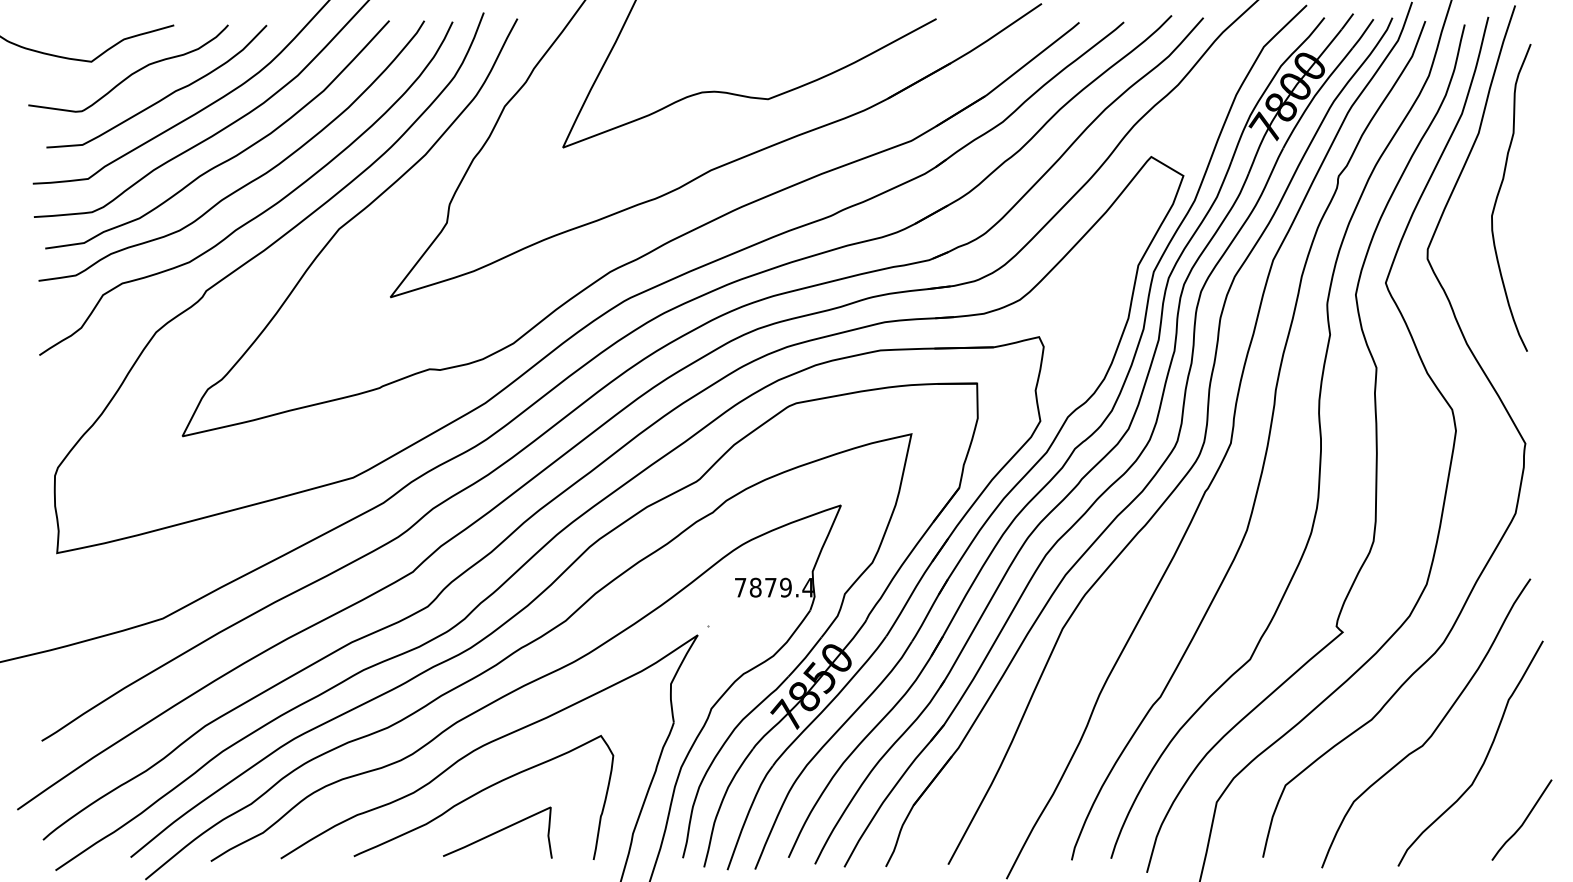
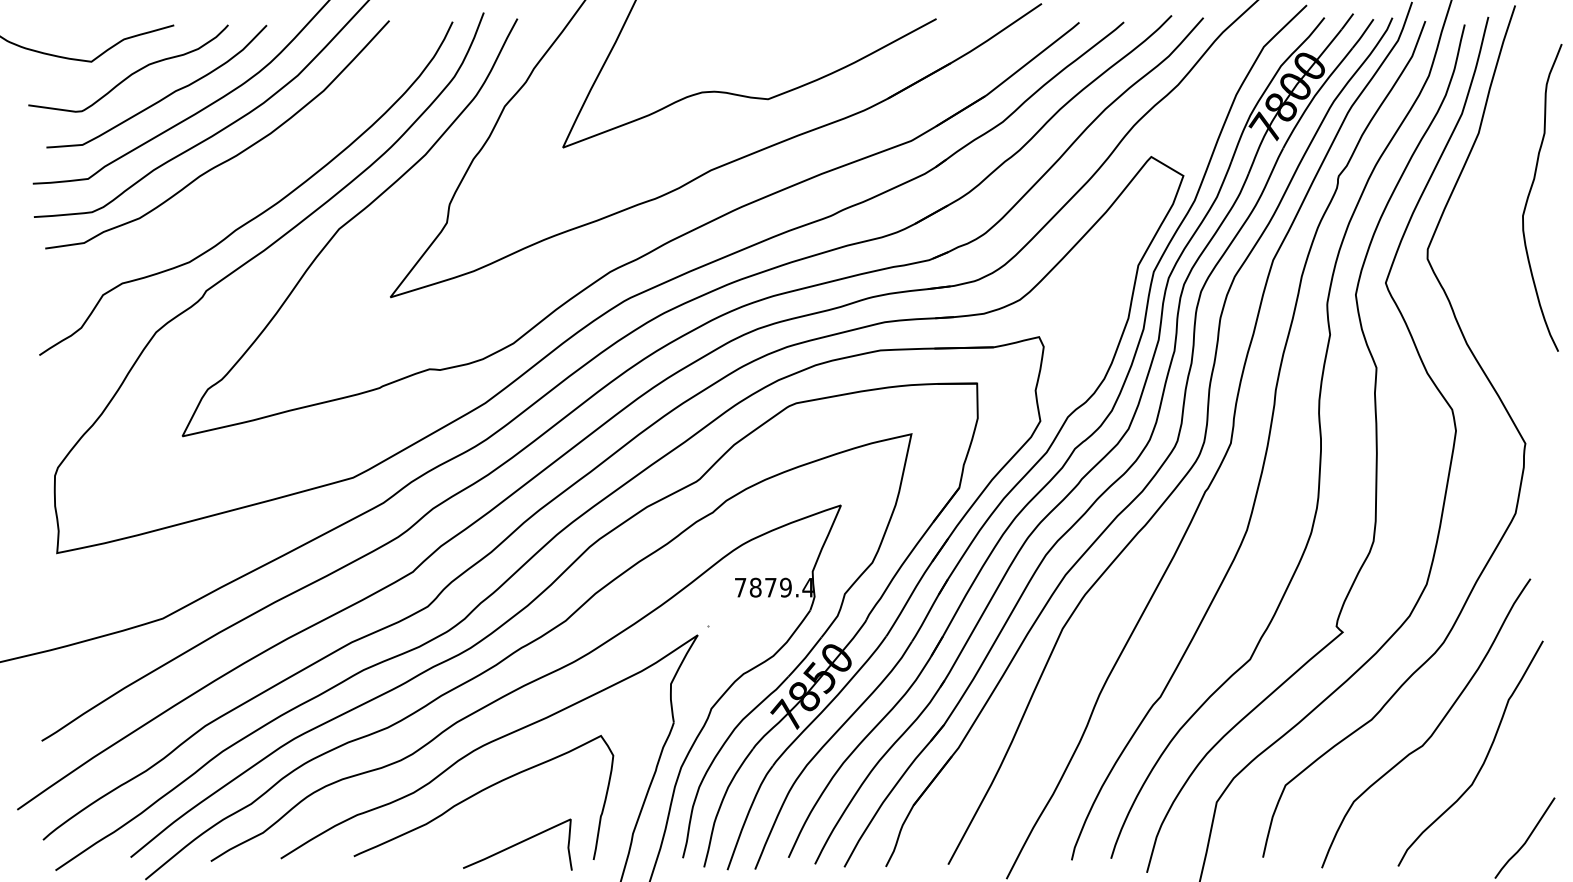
curve at (251, 180): present -> none
curve at (1499, 193) position: (1499, 193) -> (1530, 193)
curve at (1523, 821) position: (1523, 821) -> (1526, 839)
curve at (497, 832) position: (497, 832) -> (517, 844)
